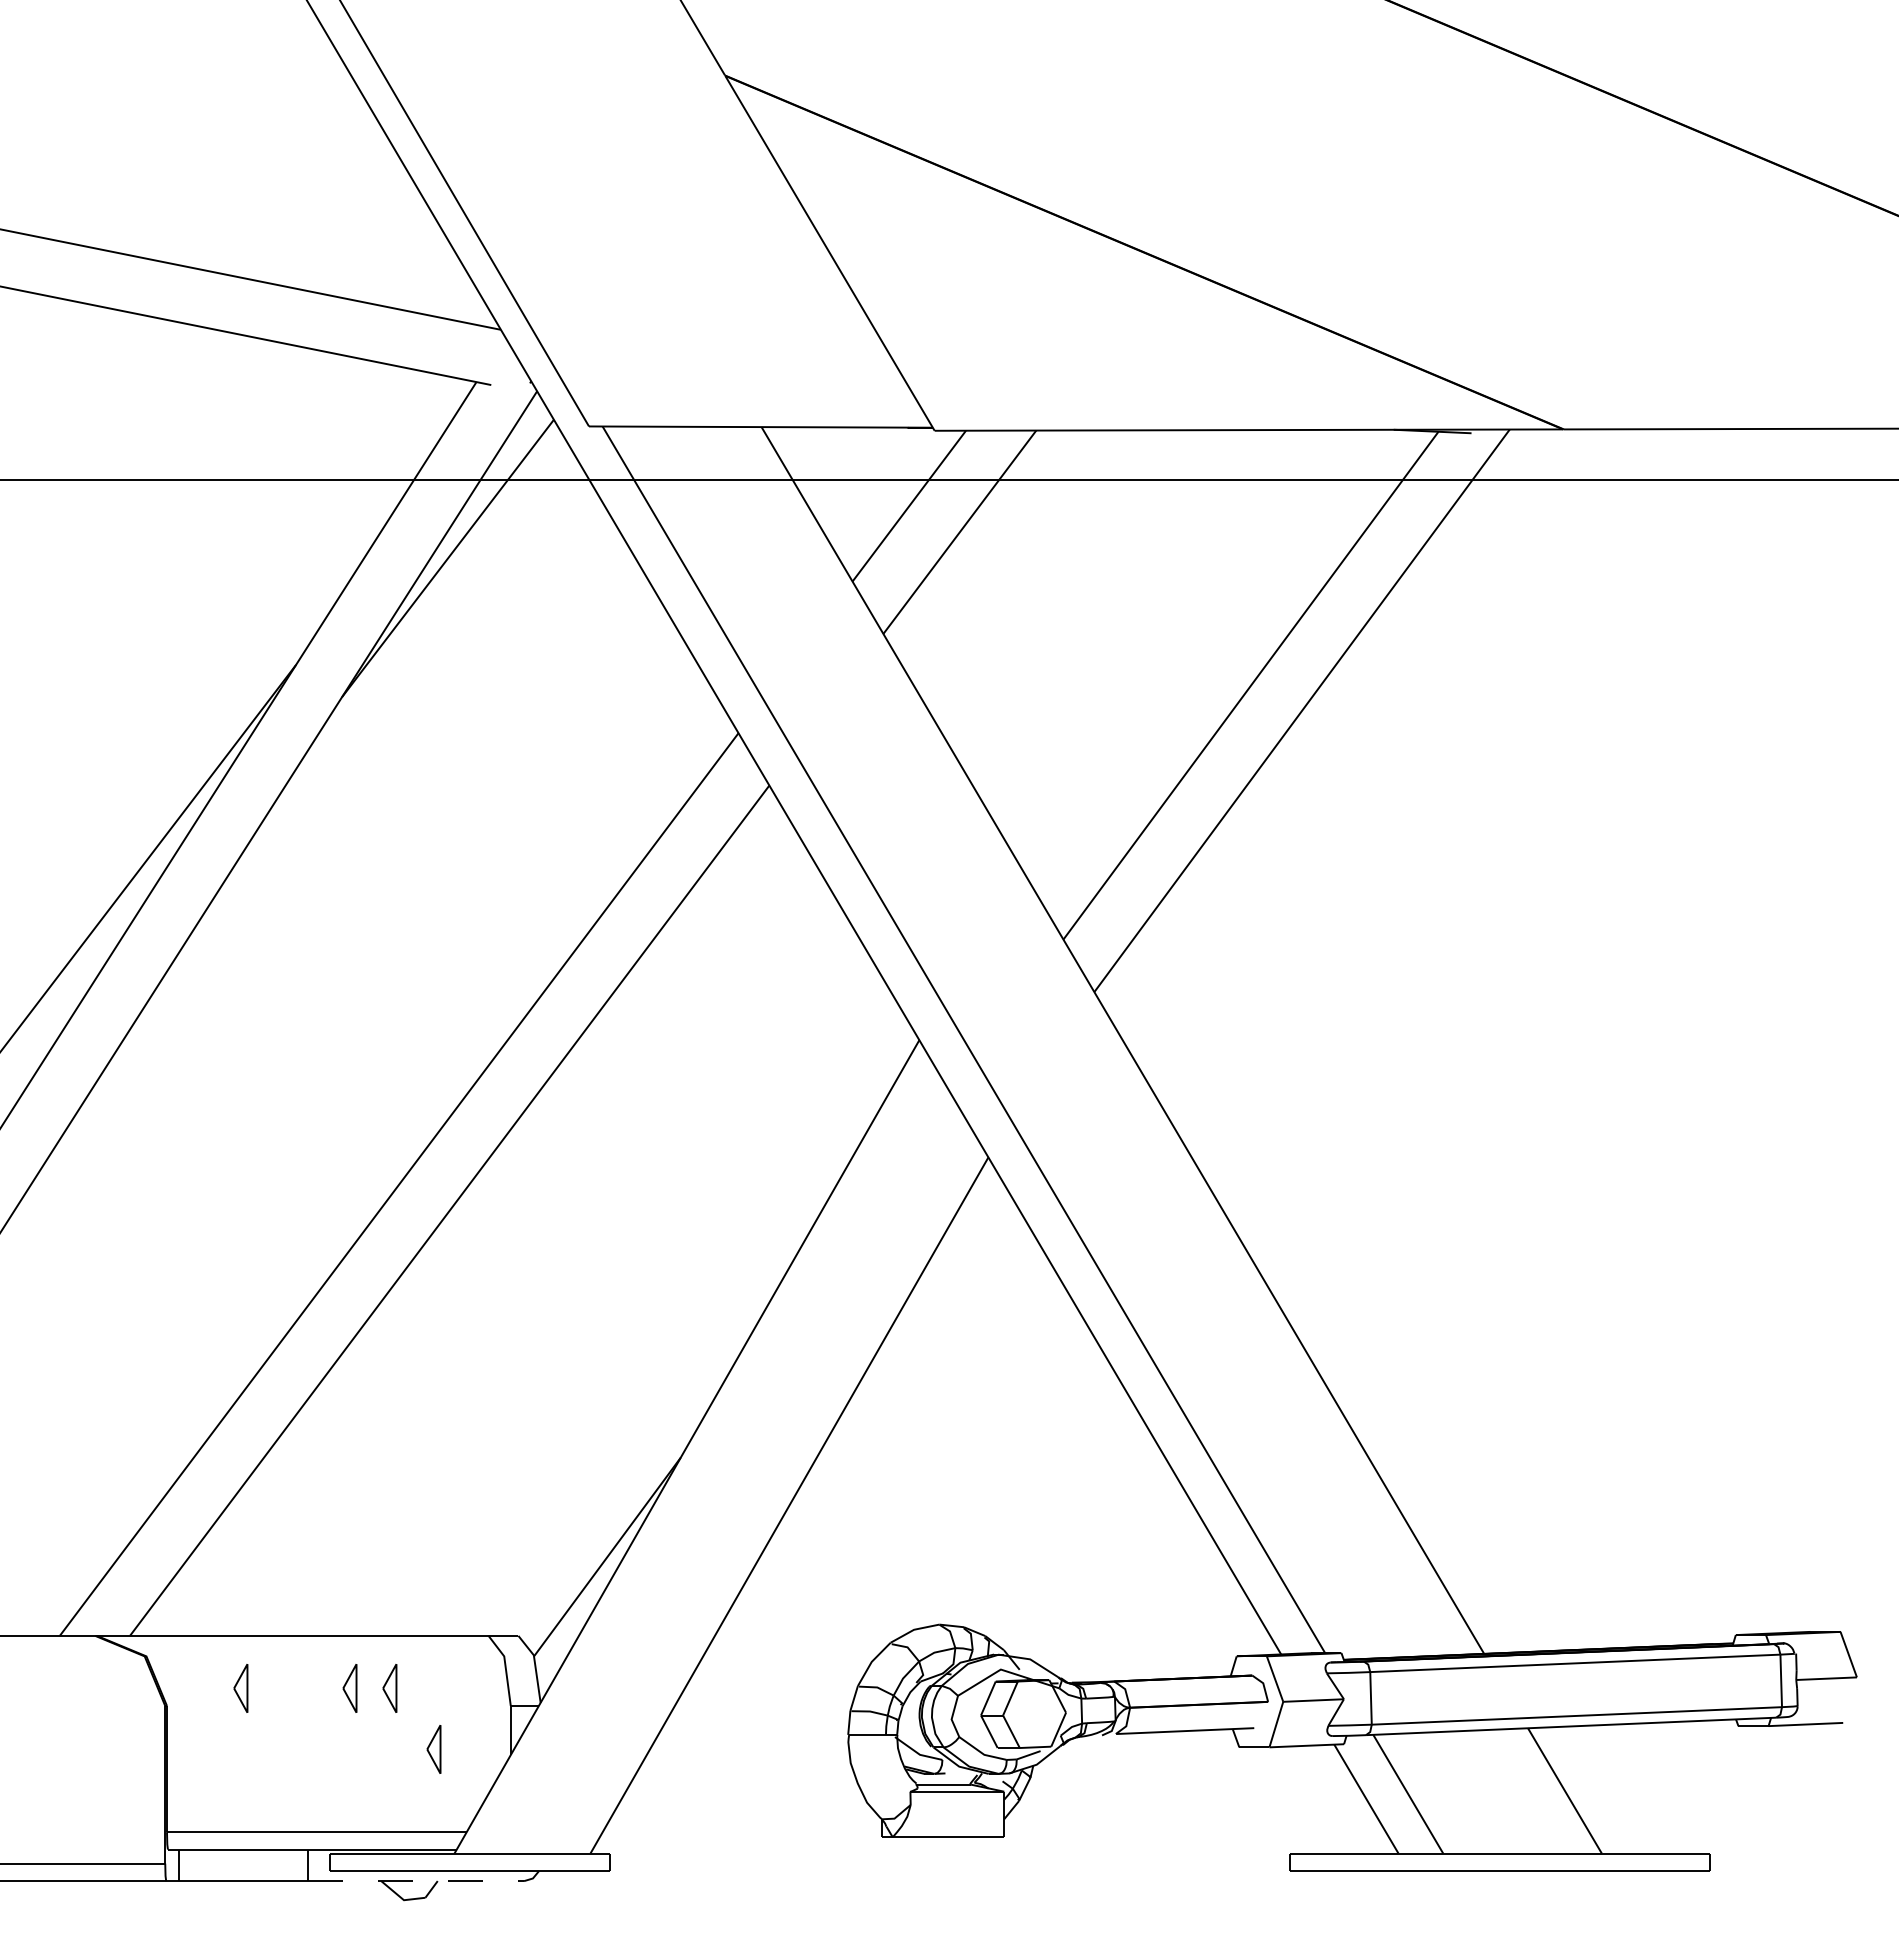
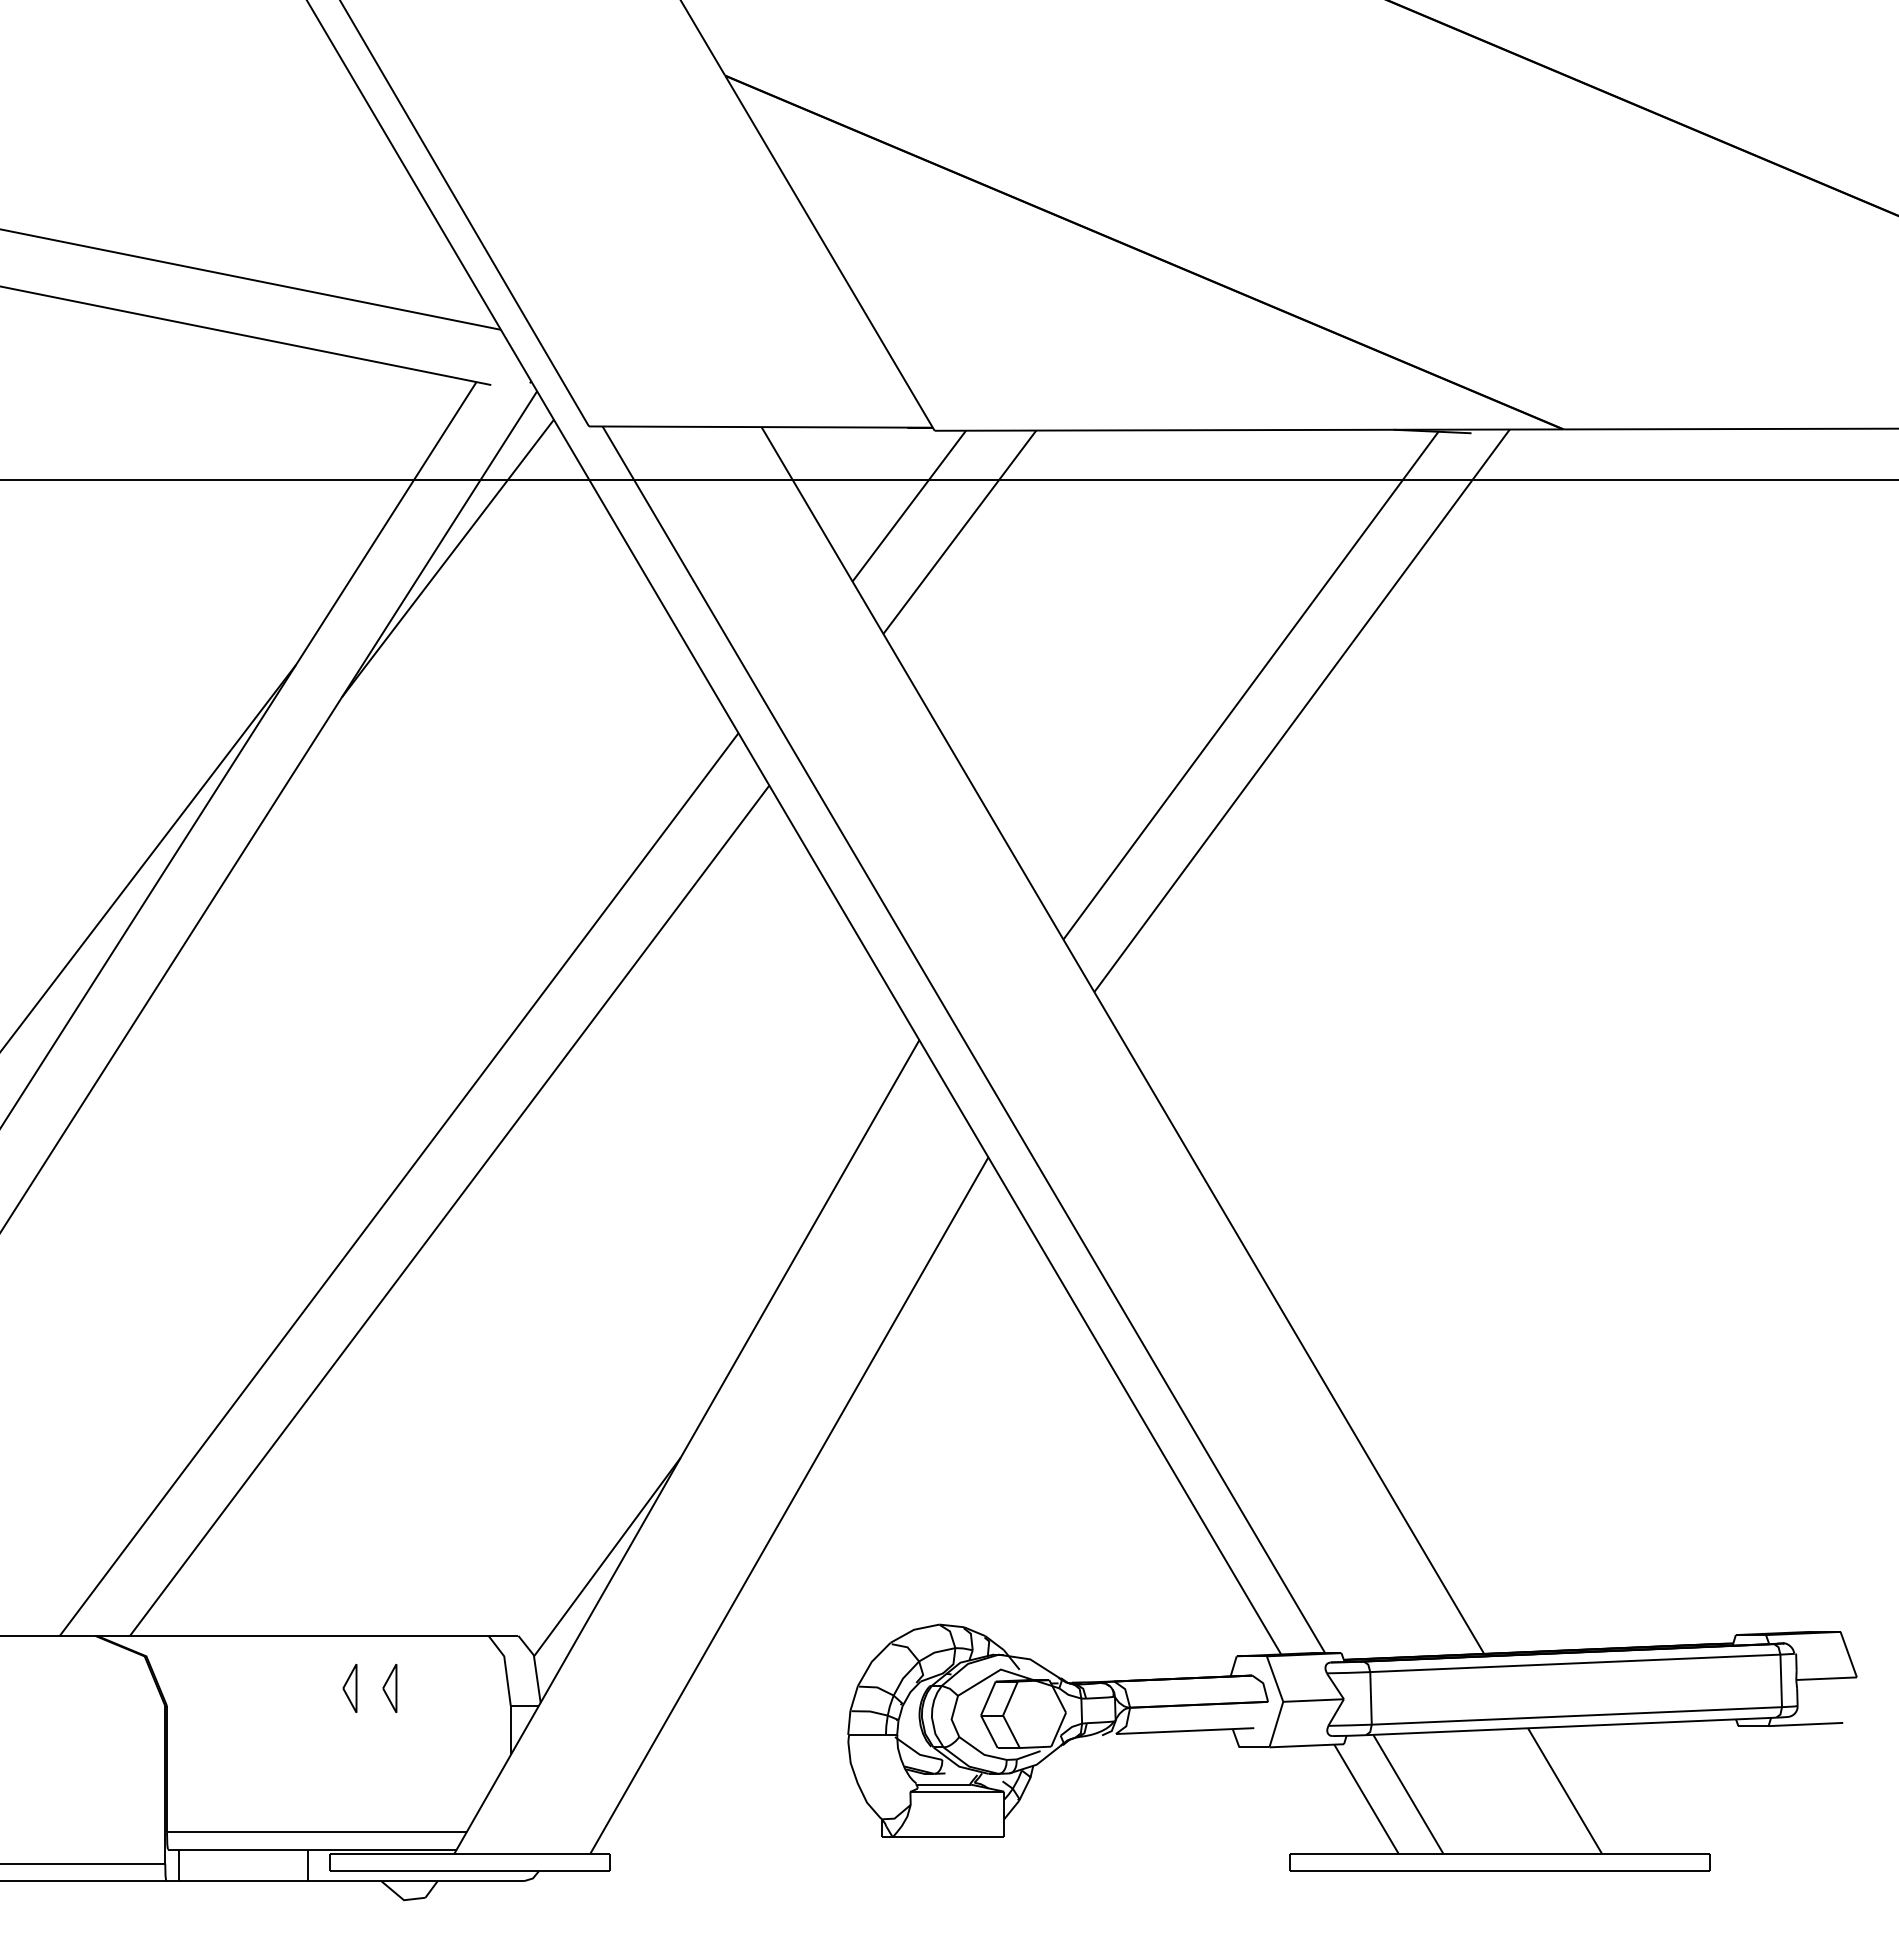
part at (240, 1688): present -> none
part at (433, 1749): present -> none
line at (416, 1881): dashed -> solid
